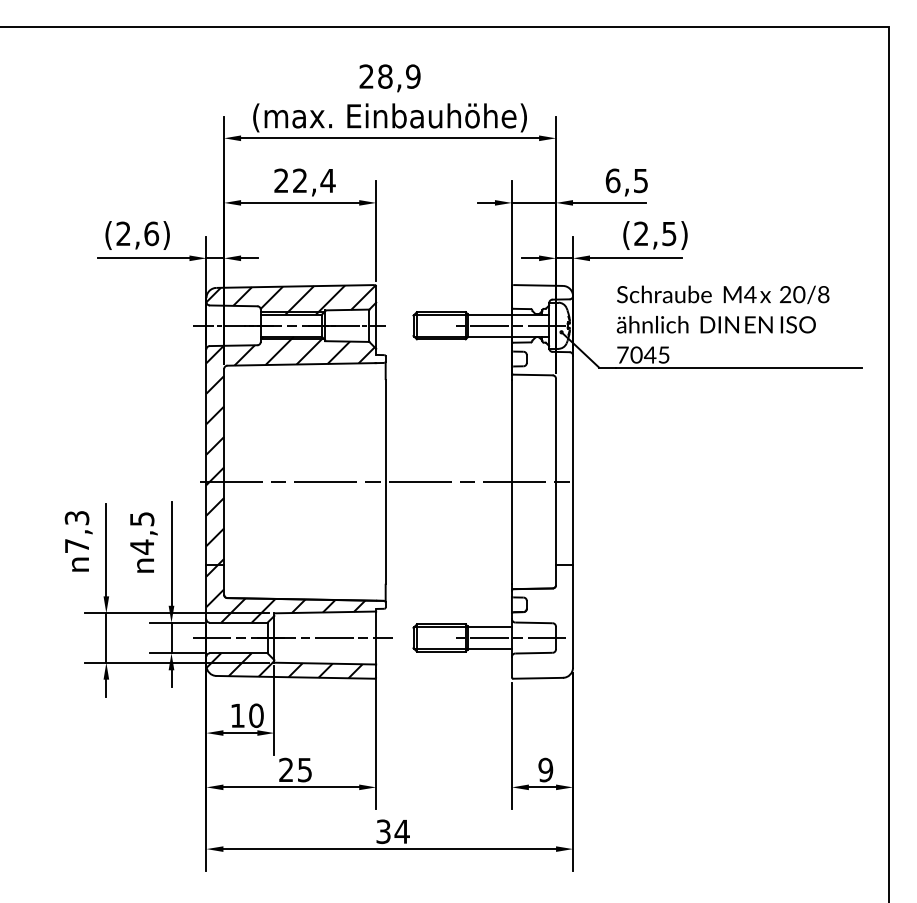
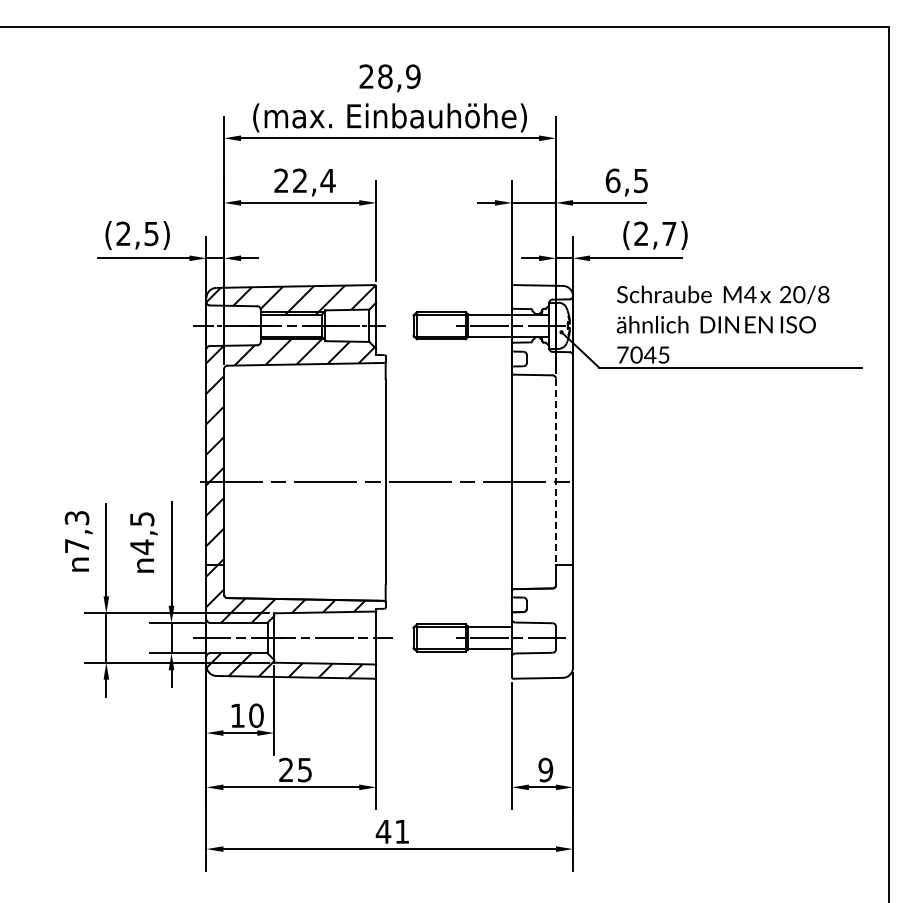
text at (151, 233): (2,6) -> (2,5)
text at (669, 234): (2,5) -> (2,7)
line at (556, 472): solid -> dashed
text at (392, 831): 34 -> 41
